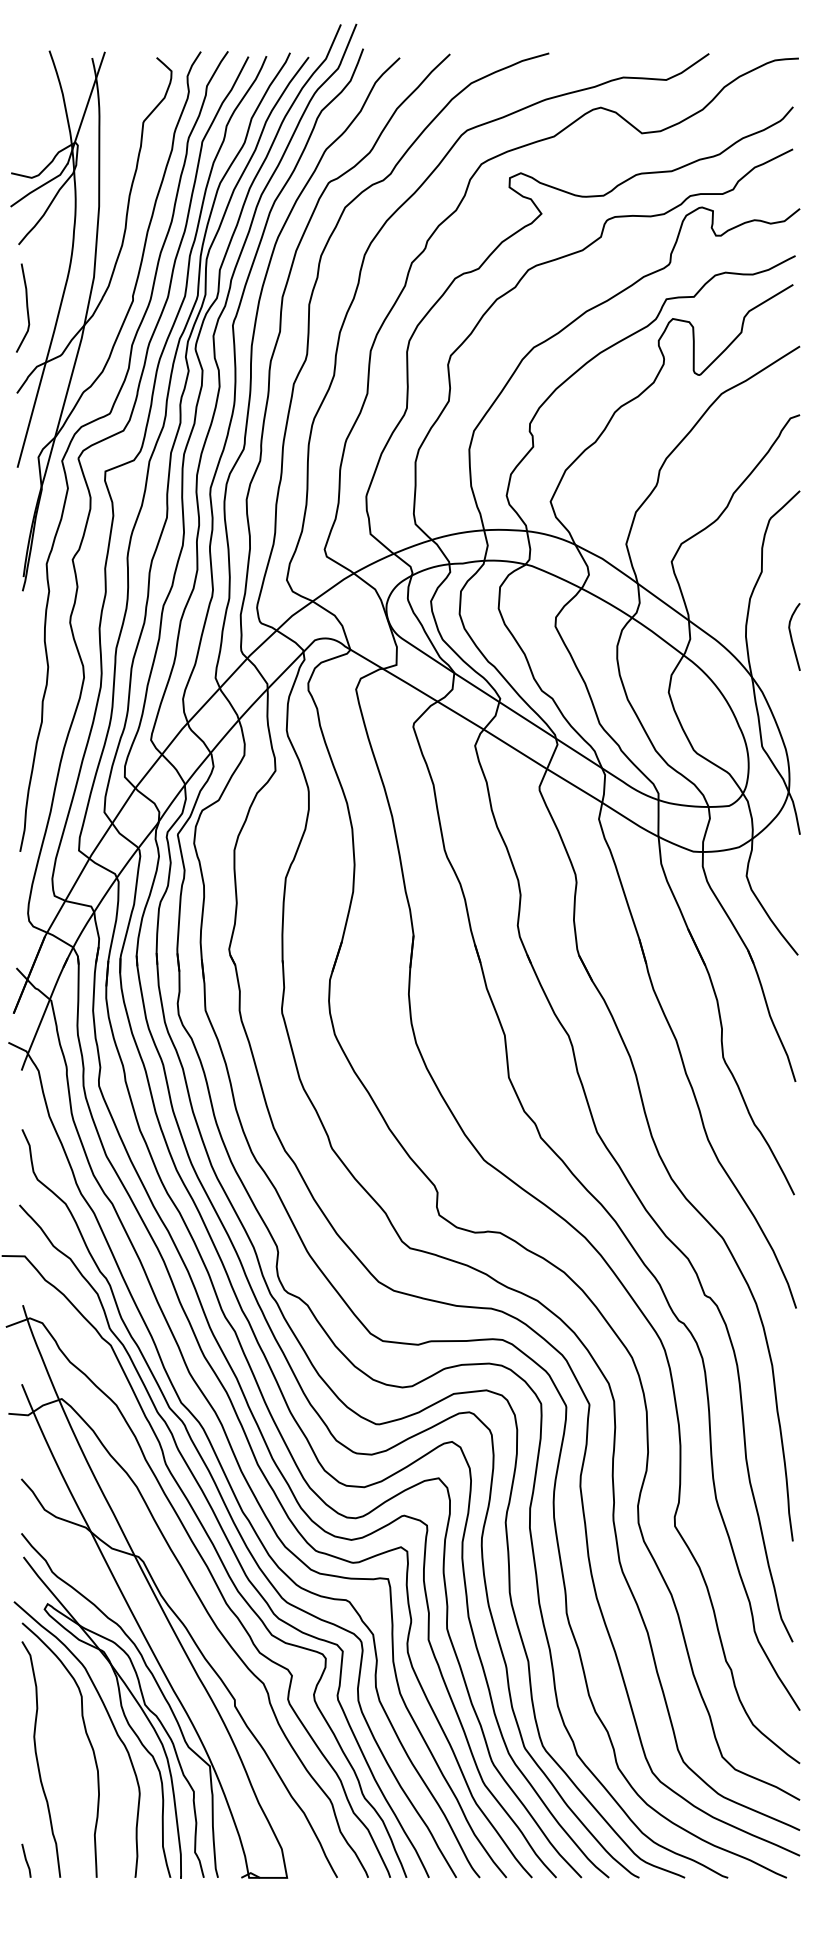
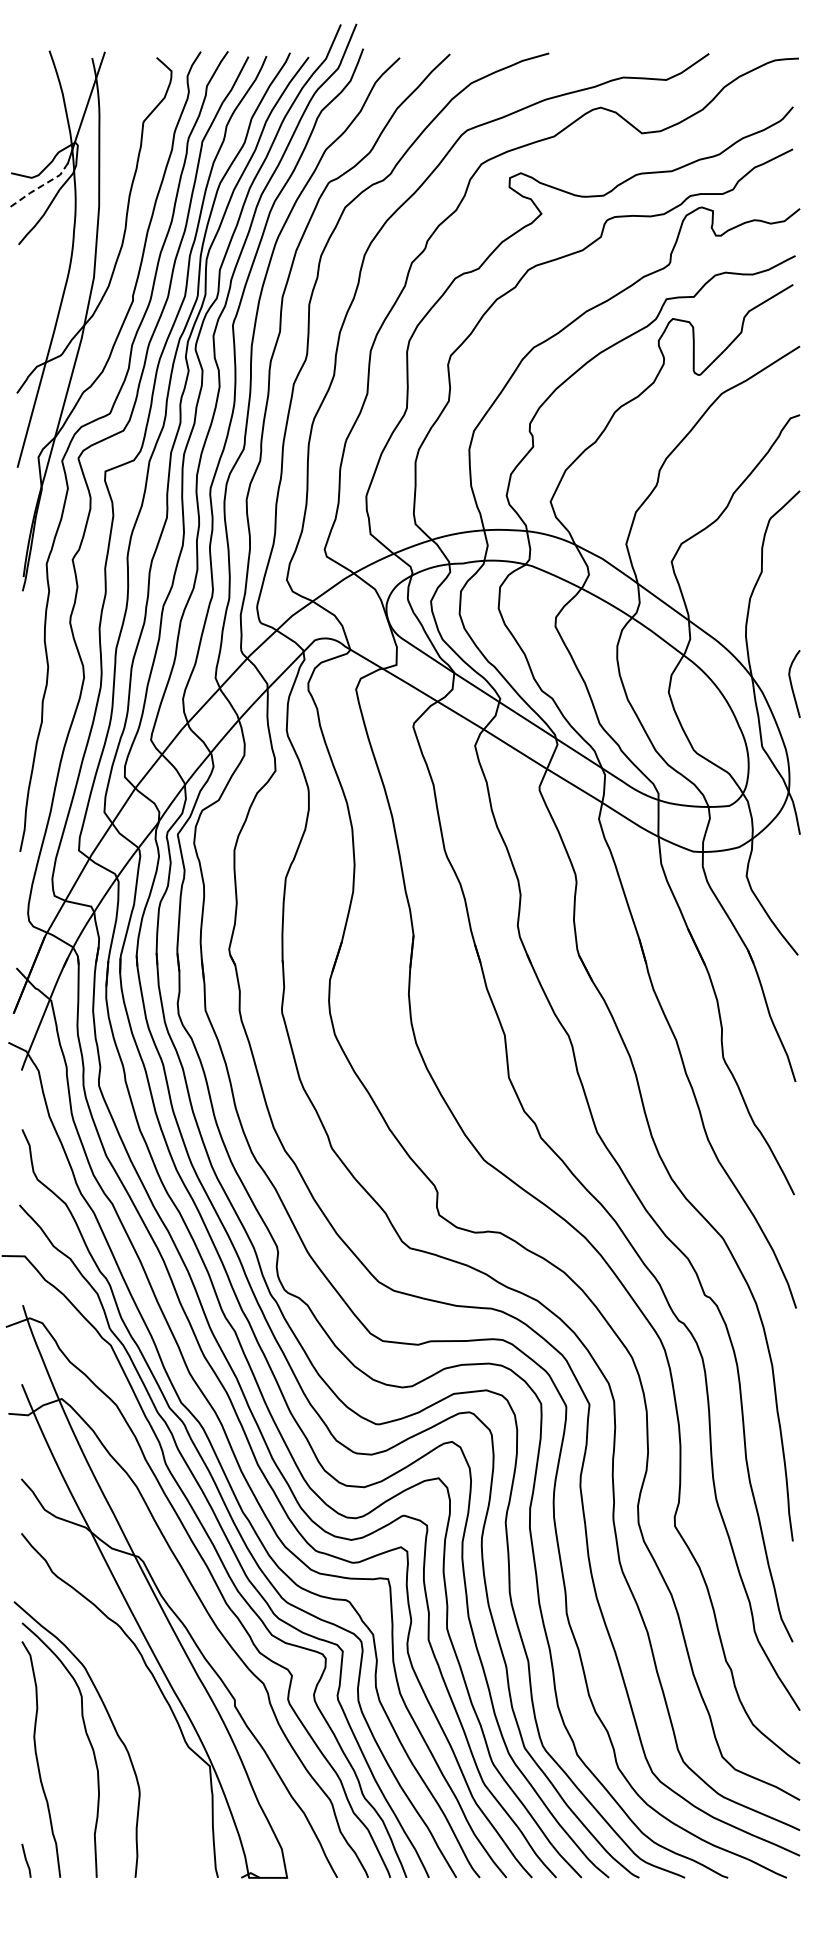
line at (40, 186): solid -> dashed
curve at (26, 307): present -> none
curve at (792, 637) position: (792, 637) -> (792, 684)
part at (123, 1715): present -> none
